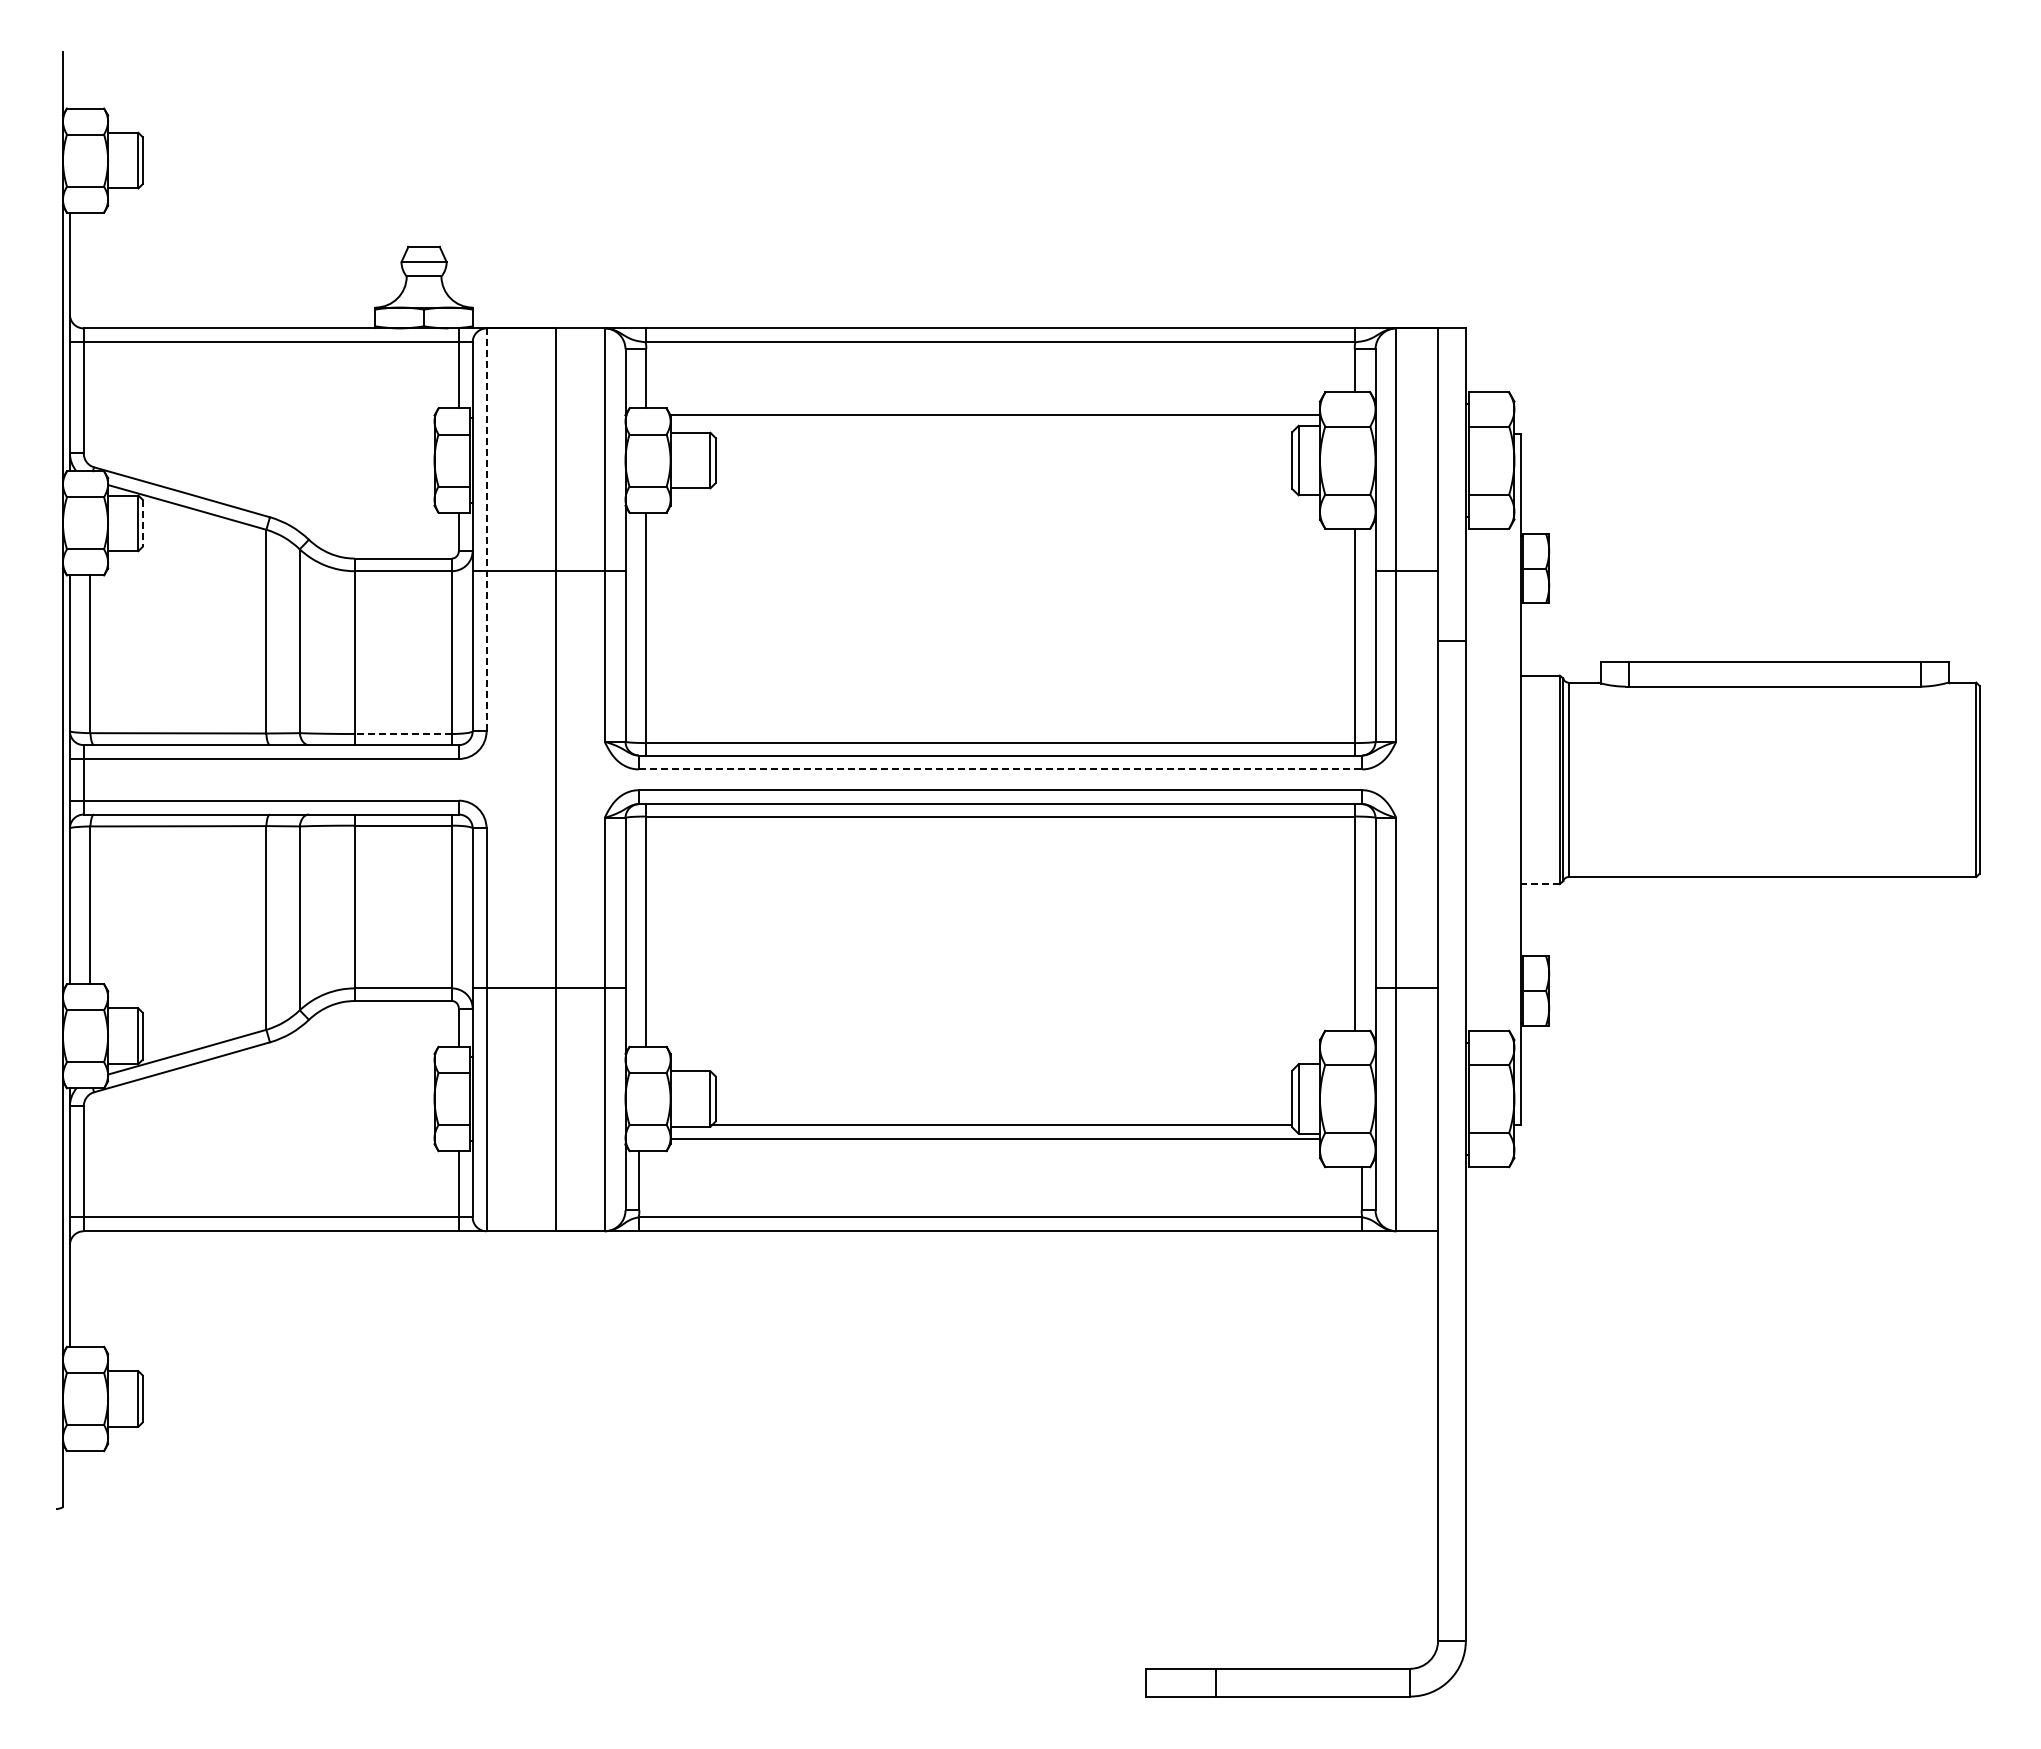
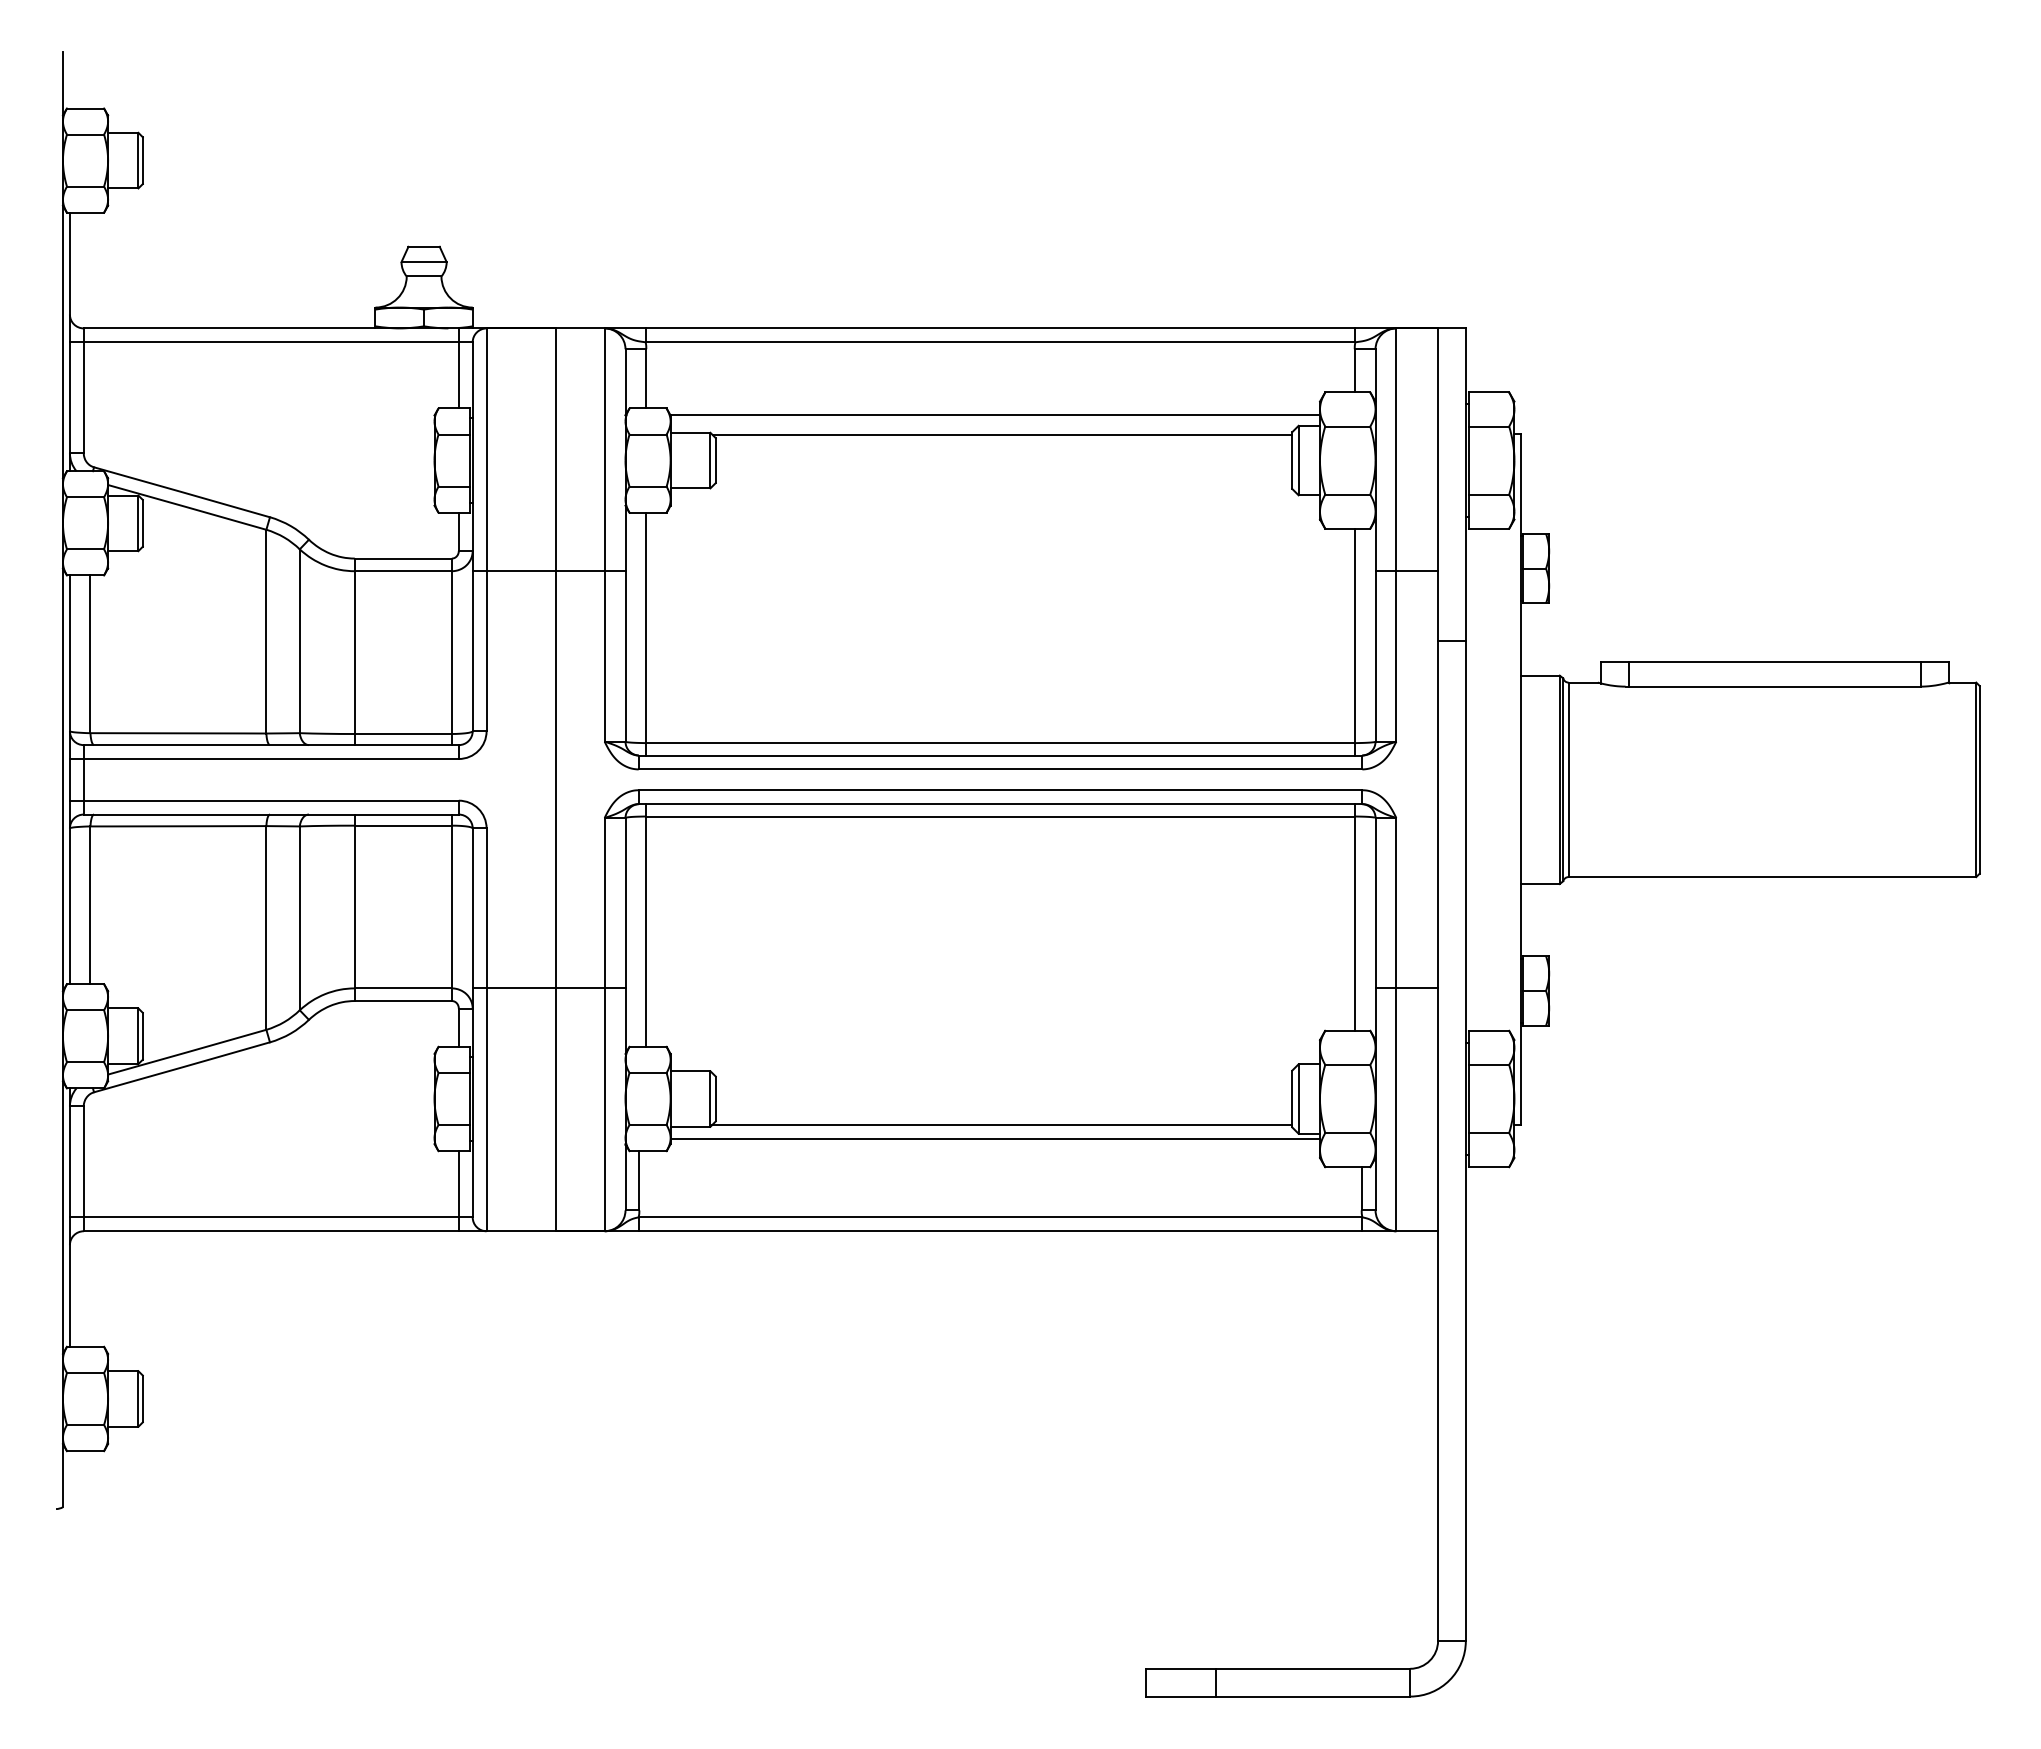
line at (1002, 435): none -> present
line at (142, 523): dashed -> solid
line at (486, 529): dashed -> solid
line at (403, 734): dashed -> solid
line at (1000, 769): dashed -> solid
line at (1540, 884): dashed -> solid
